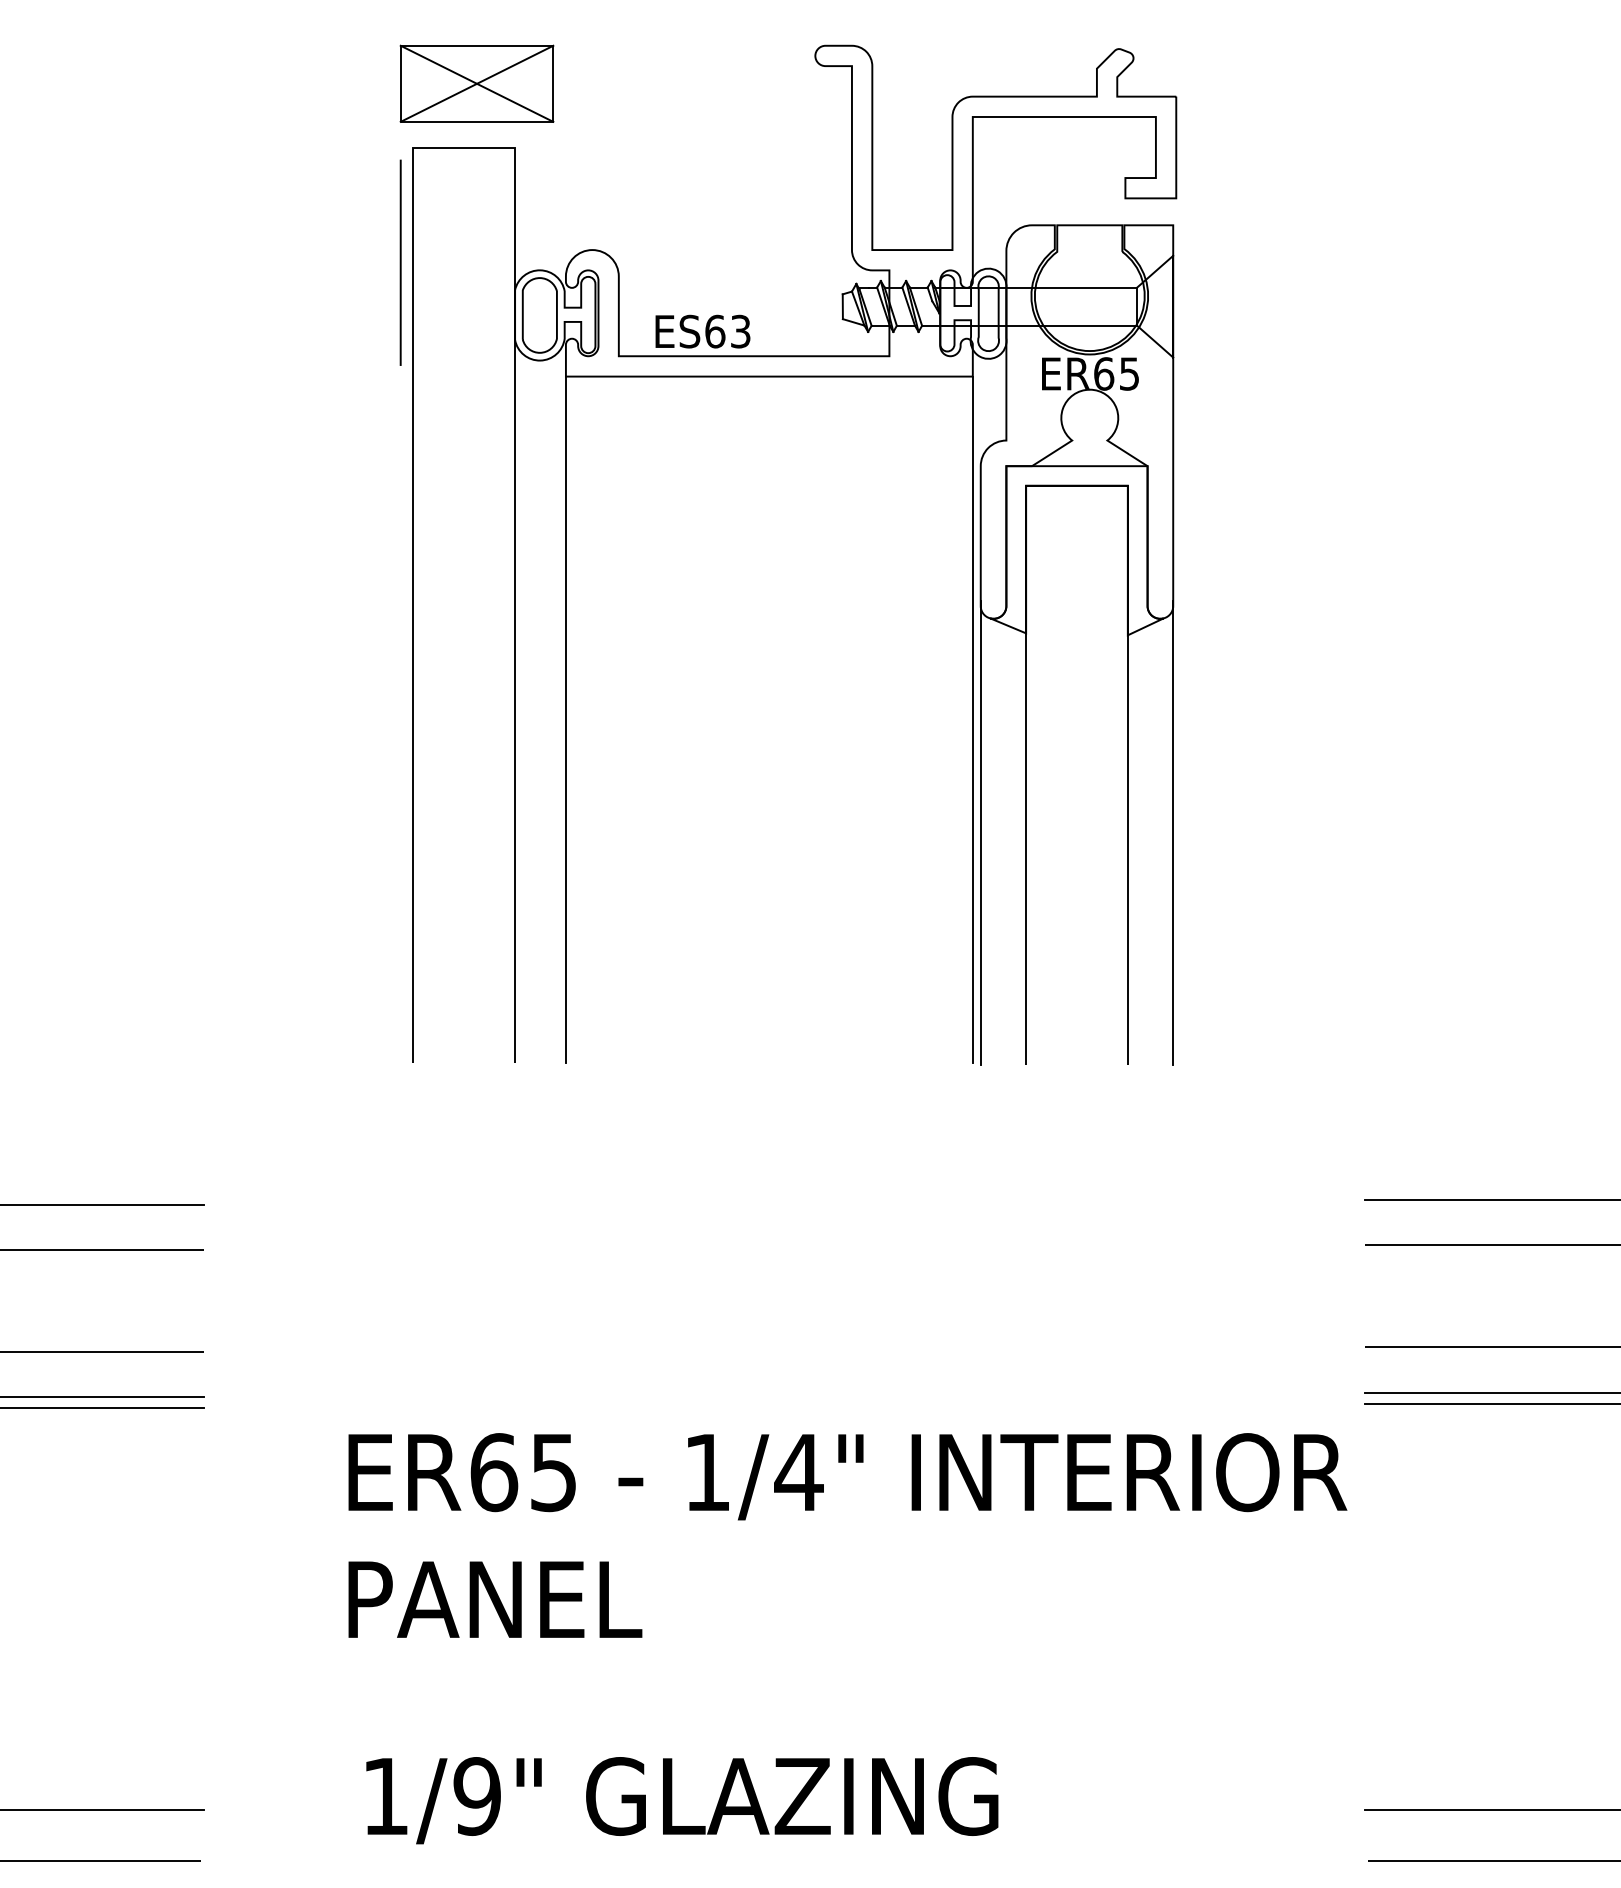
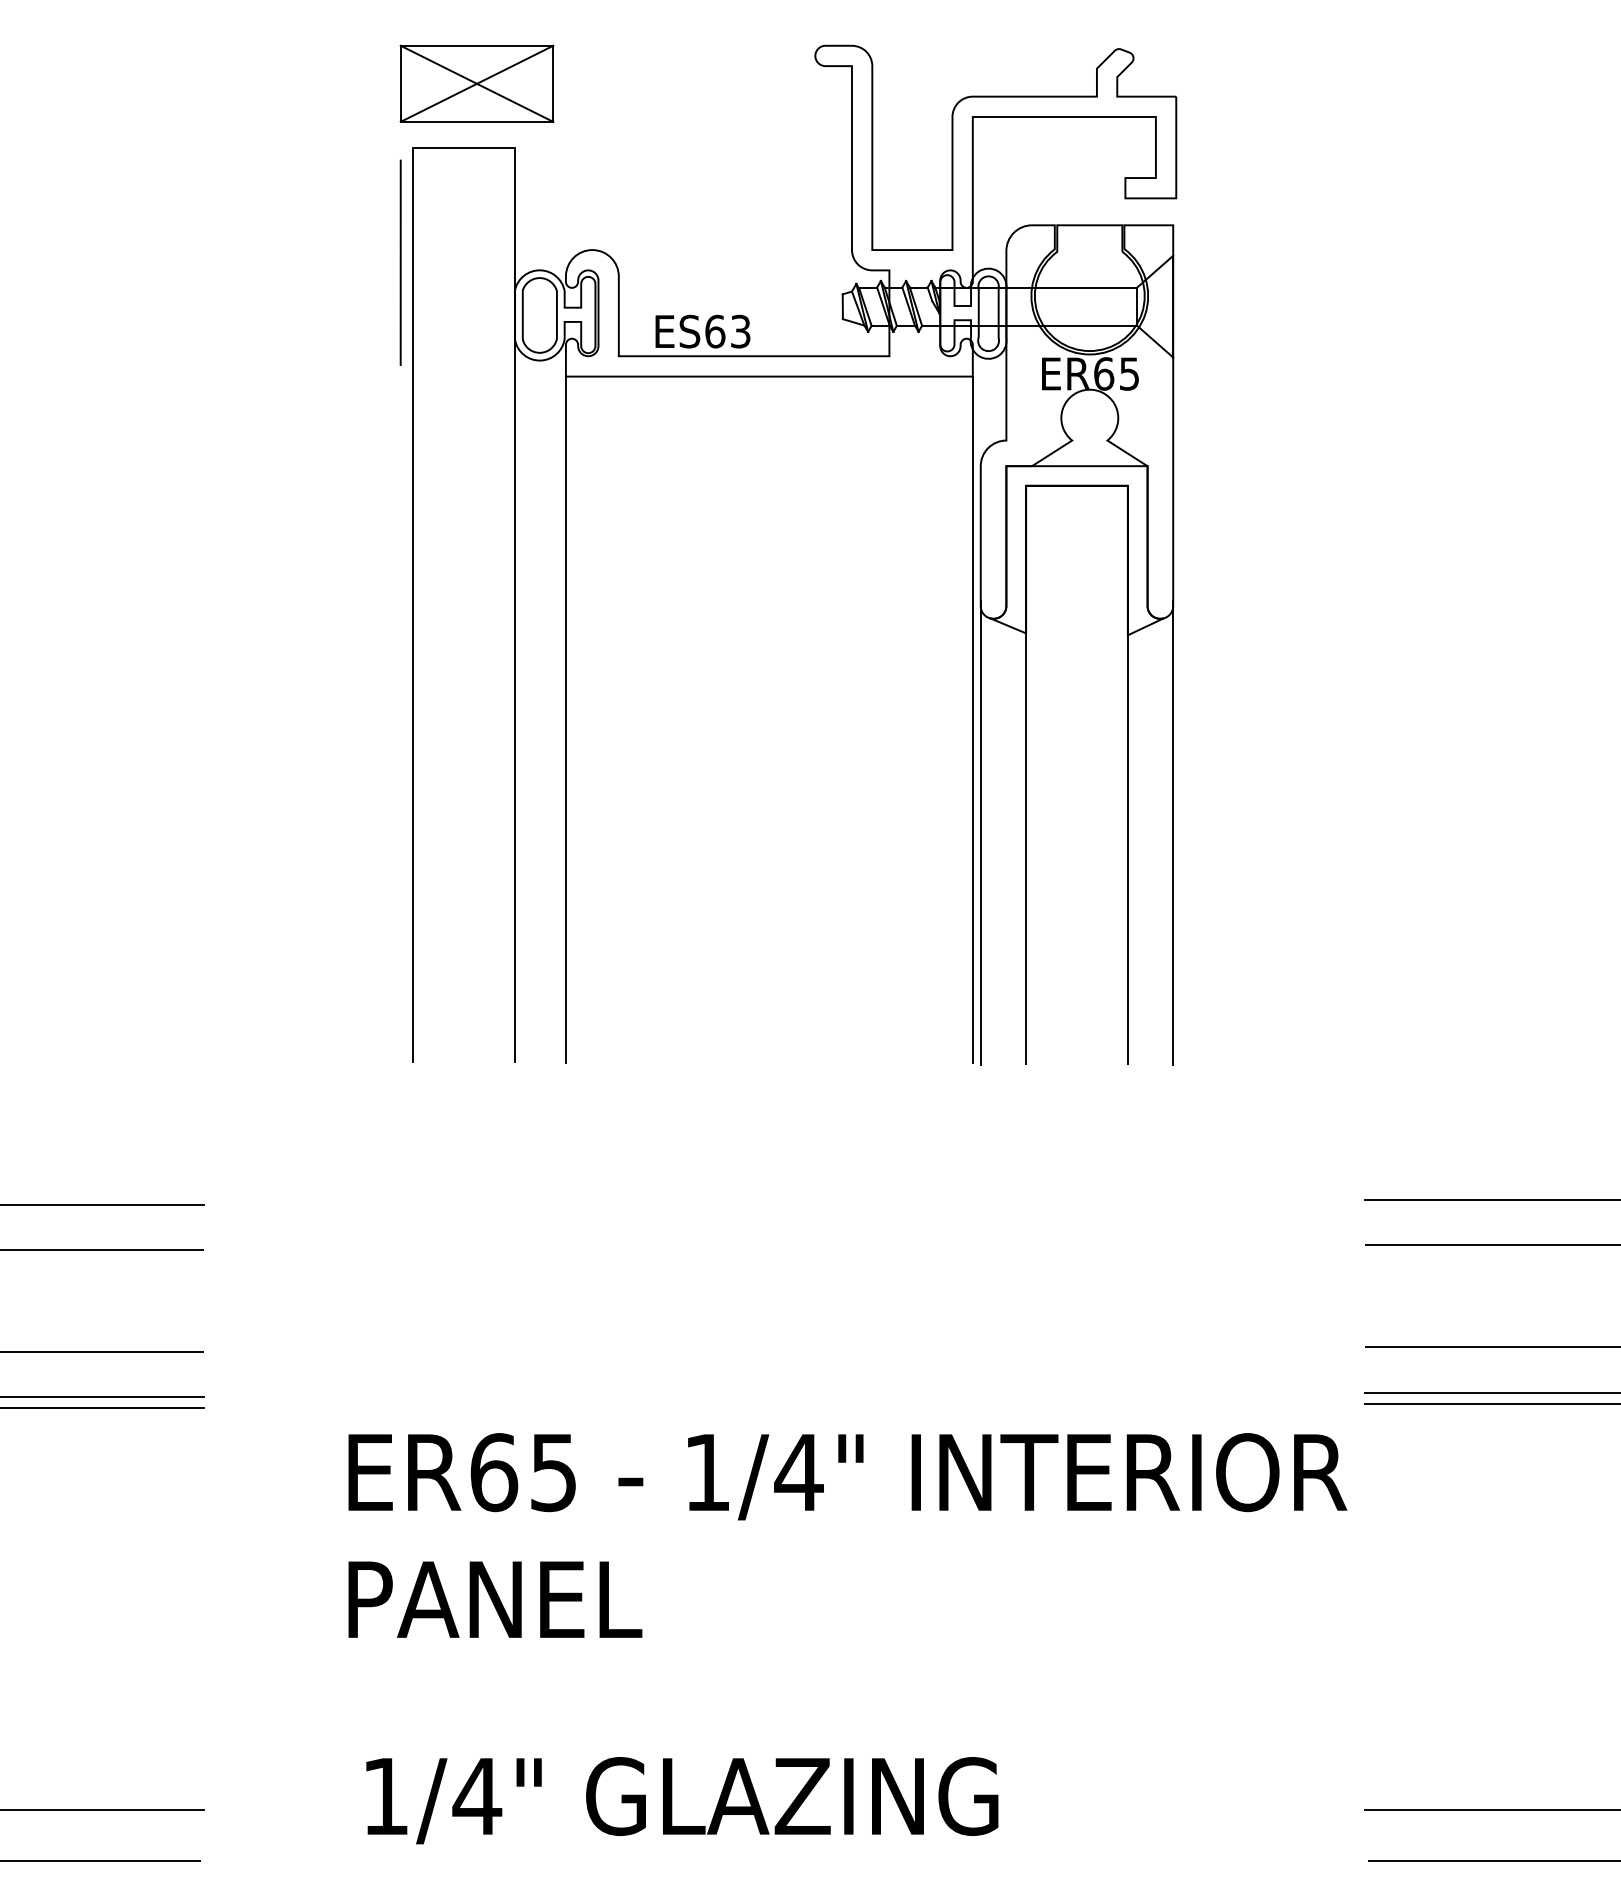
text at (477, 1796): 1/9" -> 1/4"
